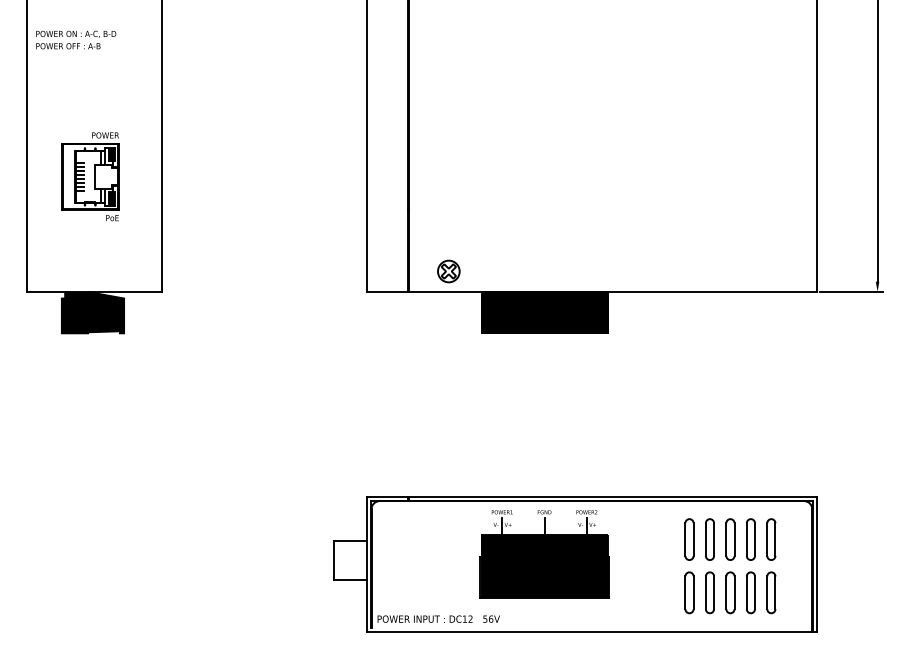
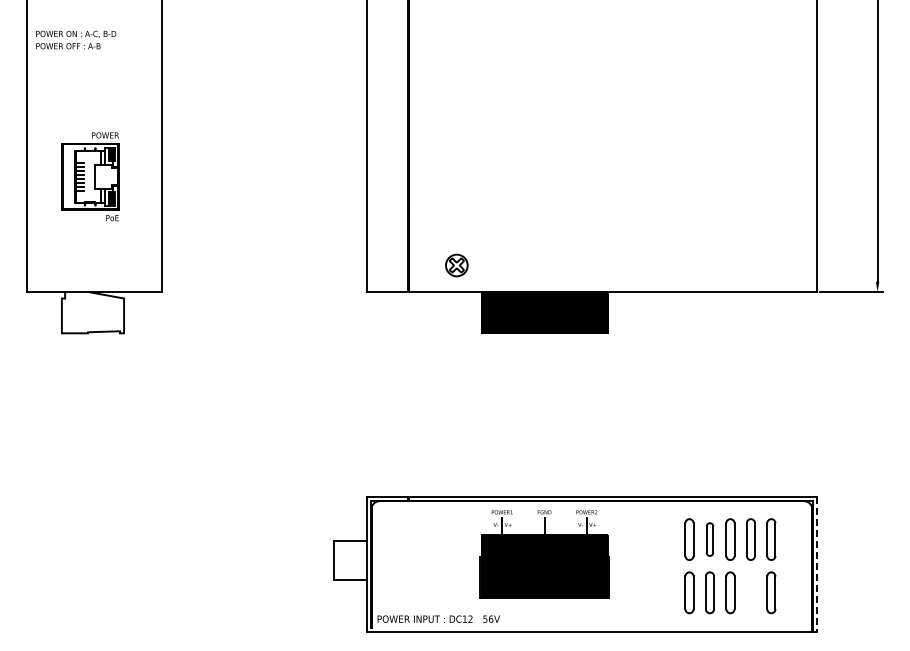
part at (448, 271) position: (448, 271) -> (456, 265)
fill at (92, 312): present -> none
part at (709, 539) size: 10x43 px -> 10x35 px
line at (817, 564): solid -> dashed
part at (750, 592): present -> none
